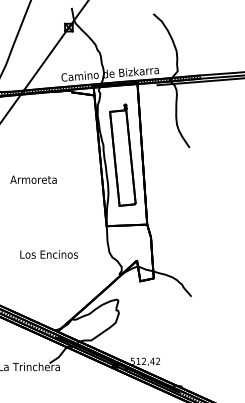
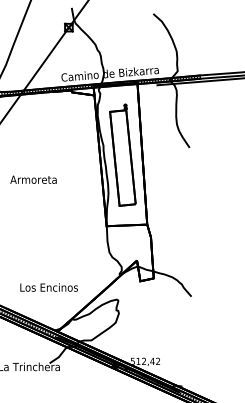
text at (48, 254) position: (48, 254) -> (48, 287)
